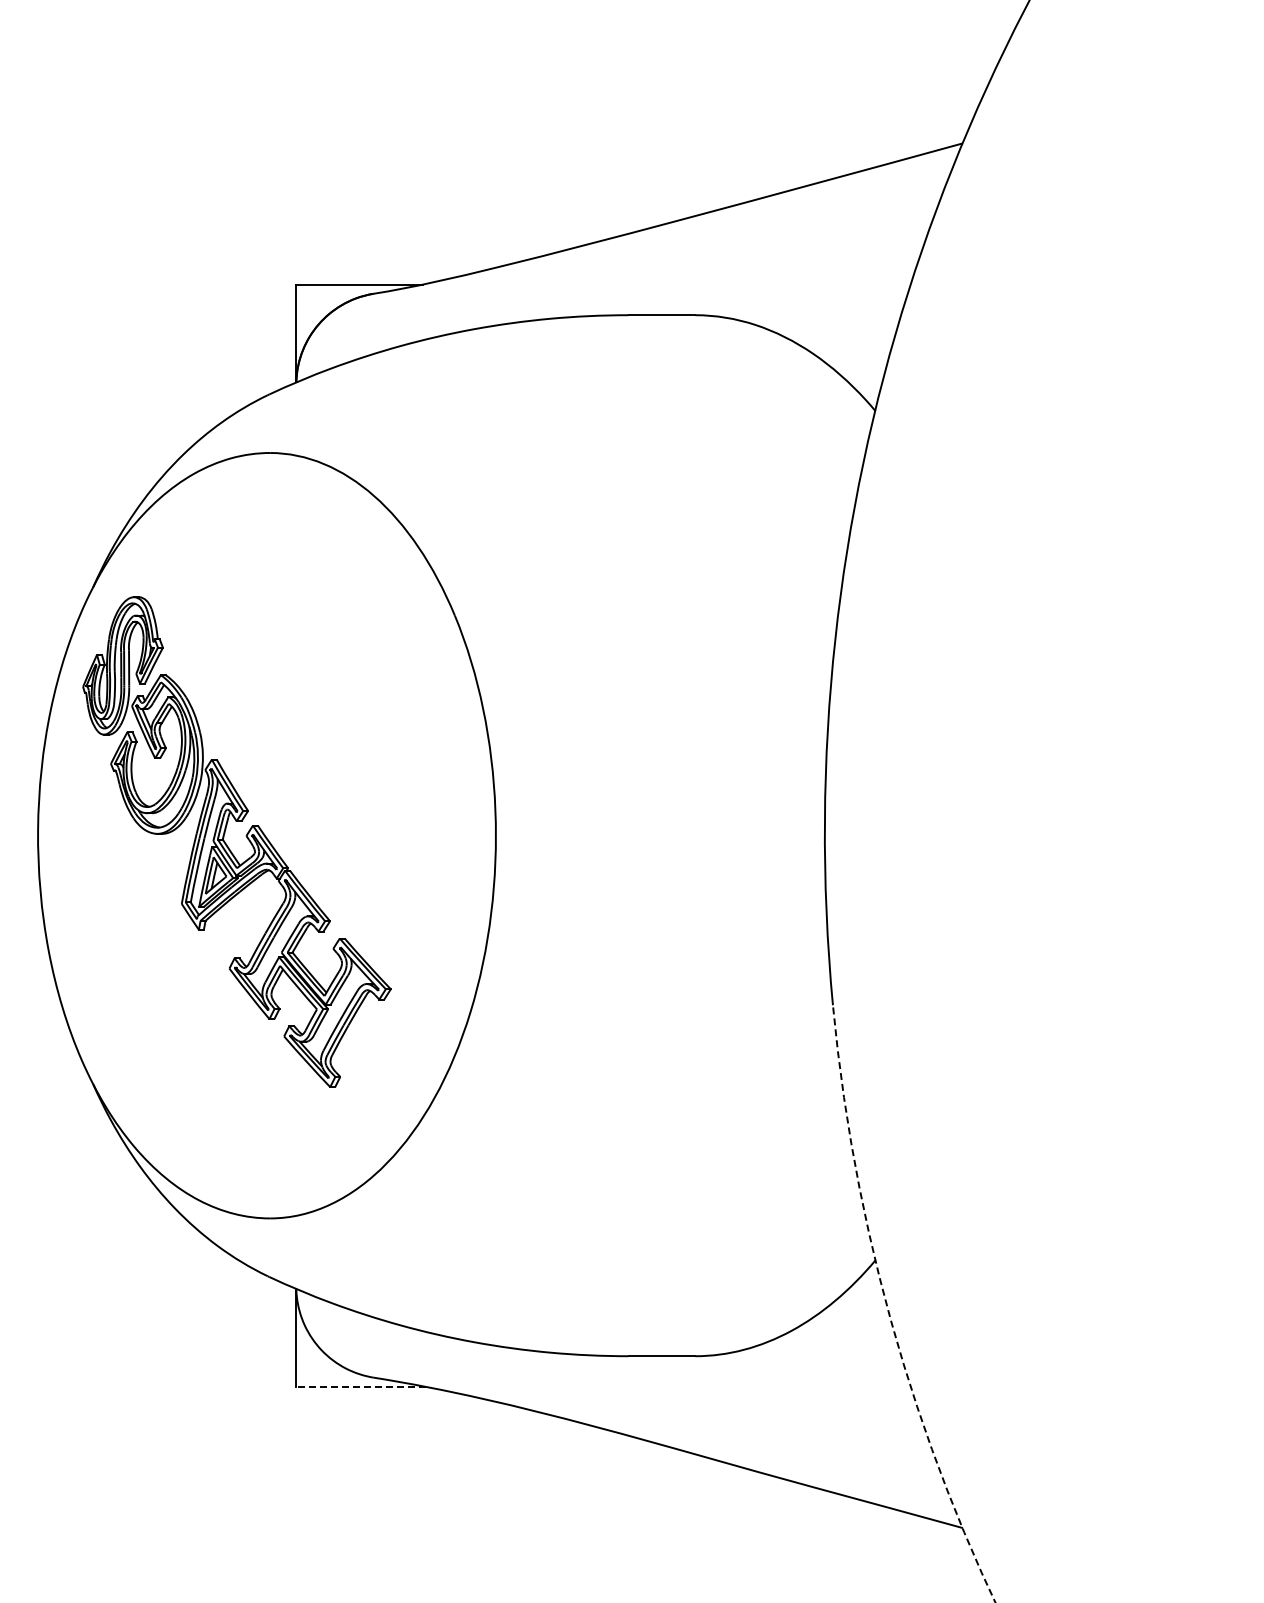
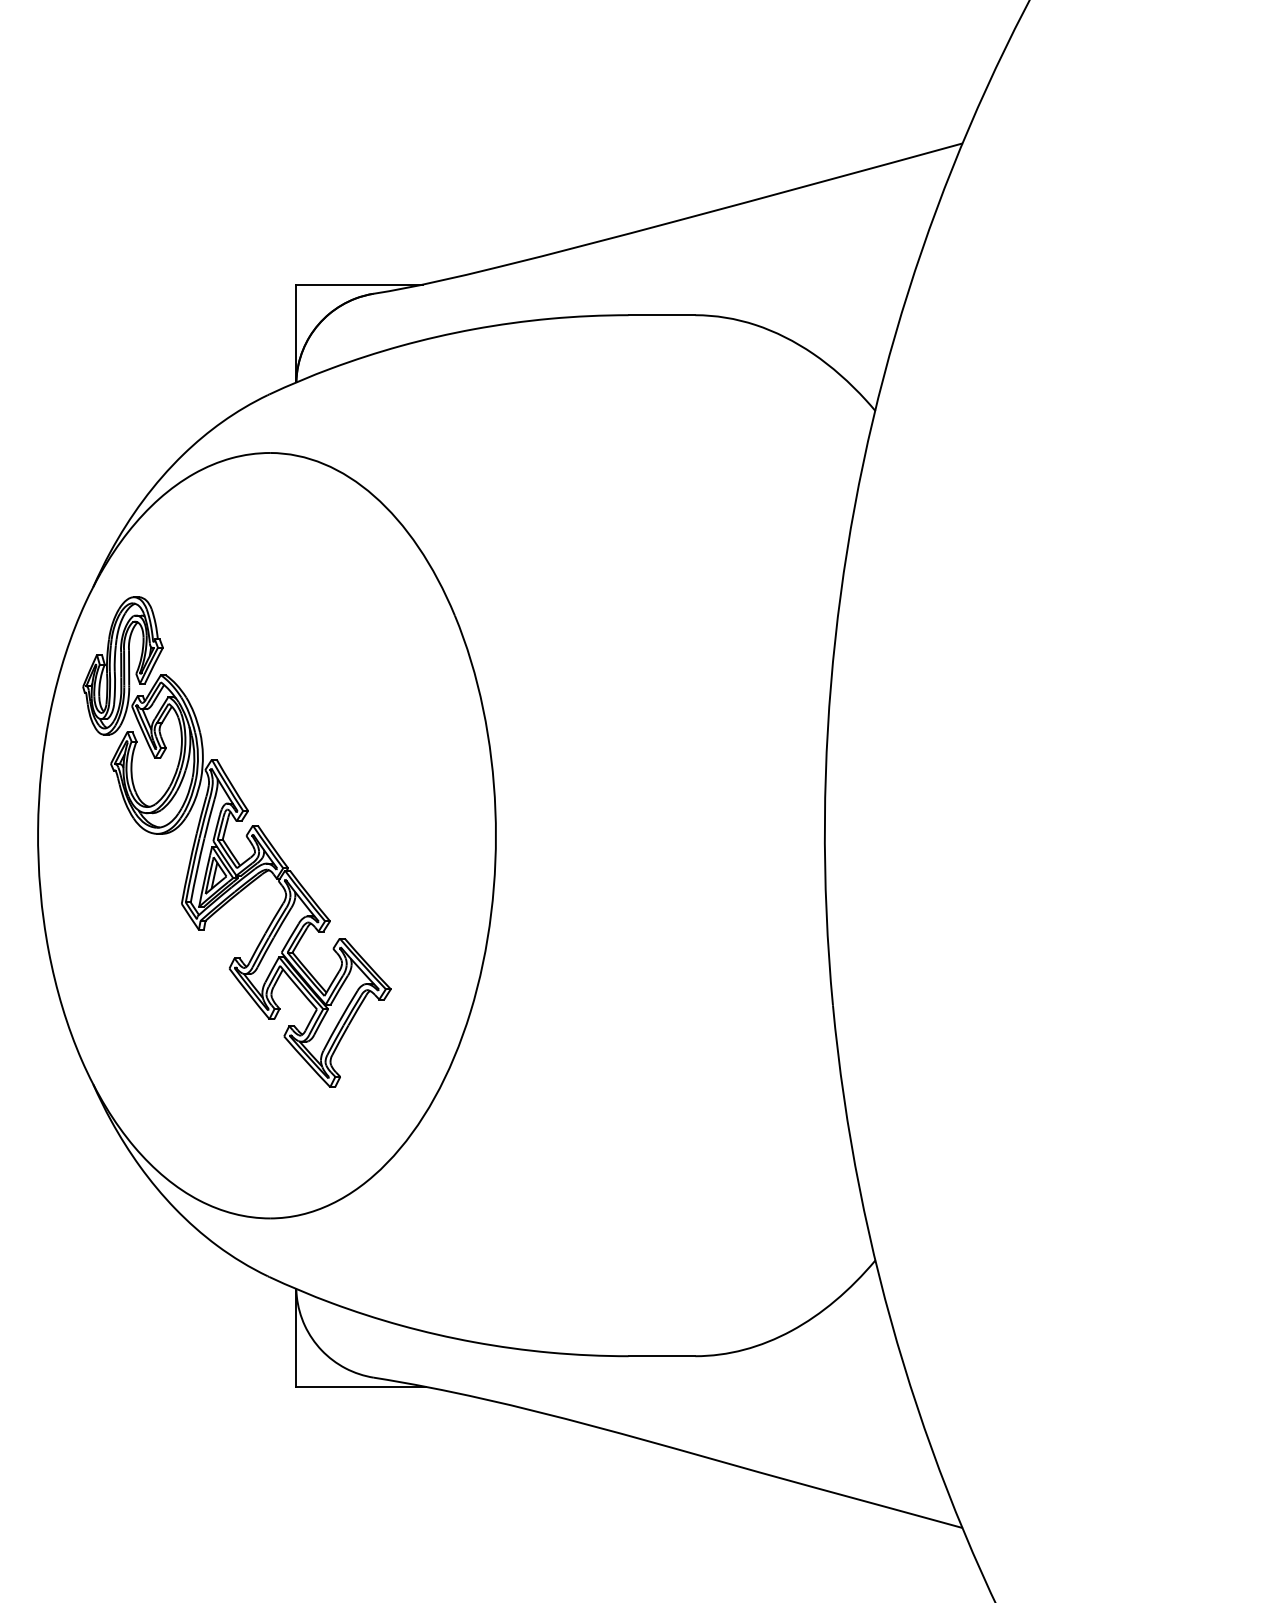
arc at (888, 1311): dashed -> solid
line at (361, 1386): dashed -> solid
